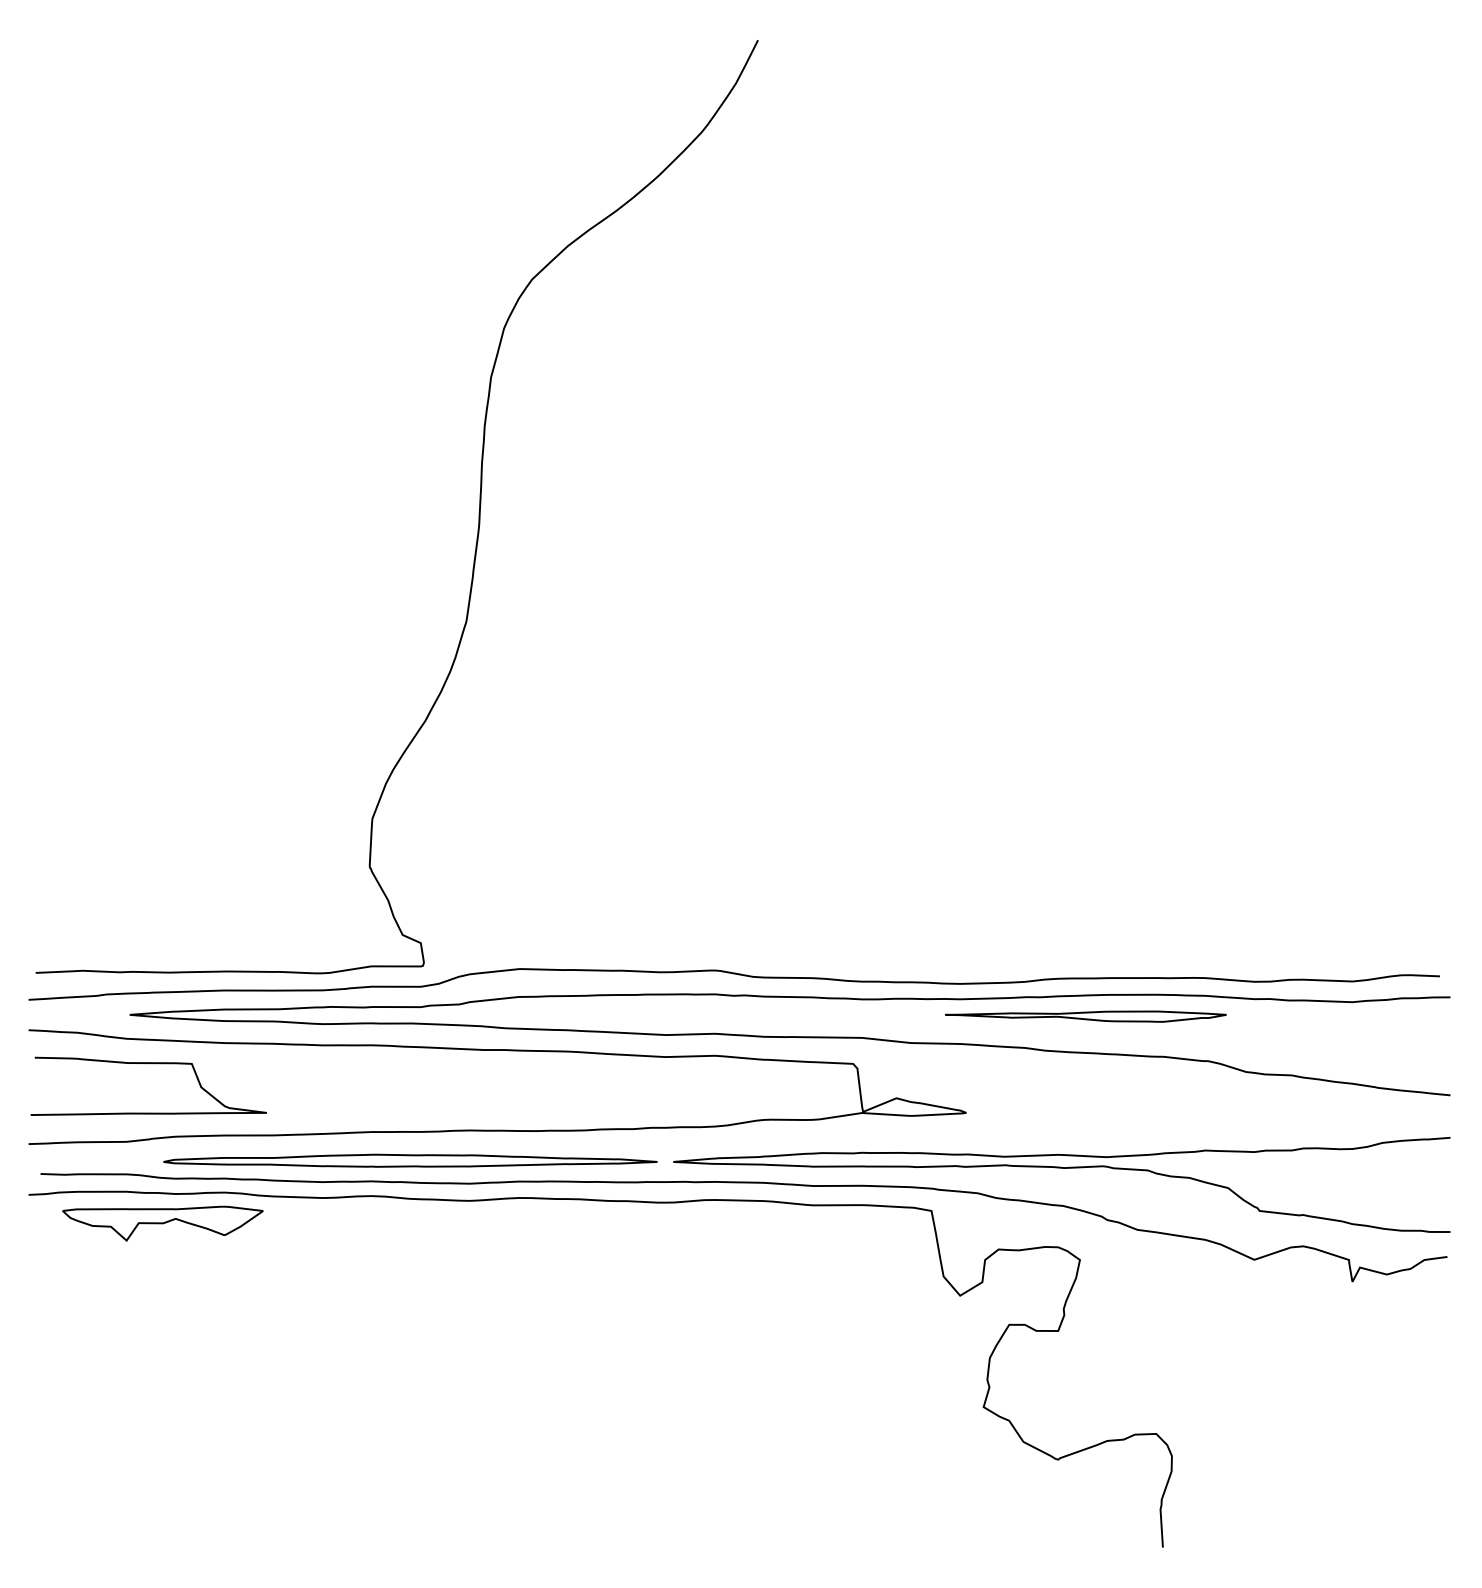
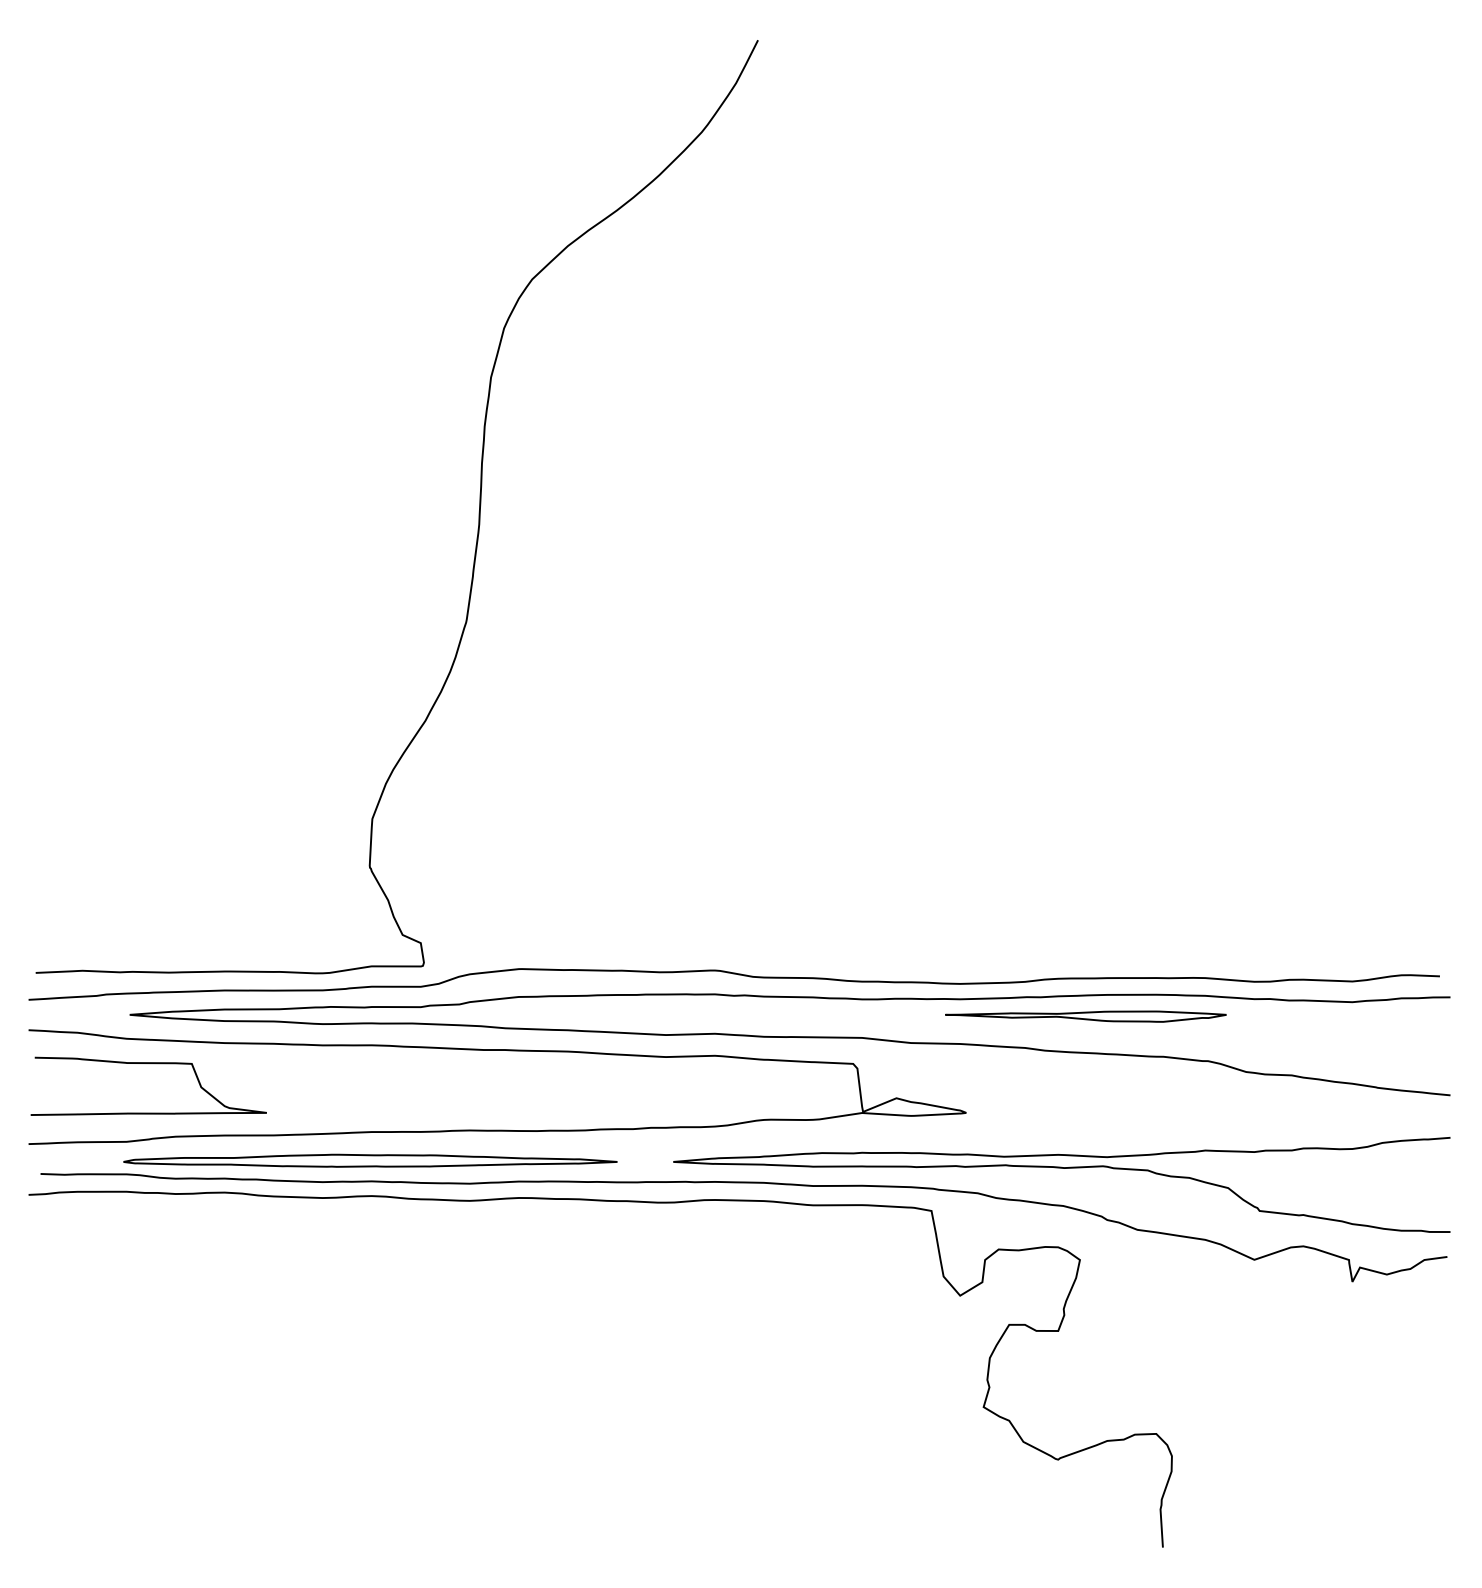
part at (410, 1160) position: (410, 1160) -> (370, 1160)
part at (162, 1223): present -> none
